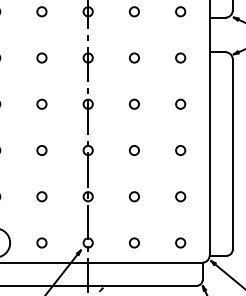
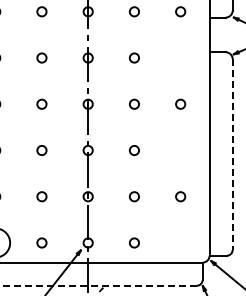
circle at (180, 57): present -> none
circle at (180, 150): present -> none
line at (232, 155): solid -> dashed
circle at (180, 242): present -> none
line at (98, 285): solid -> dashed
